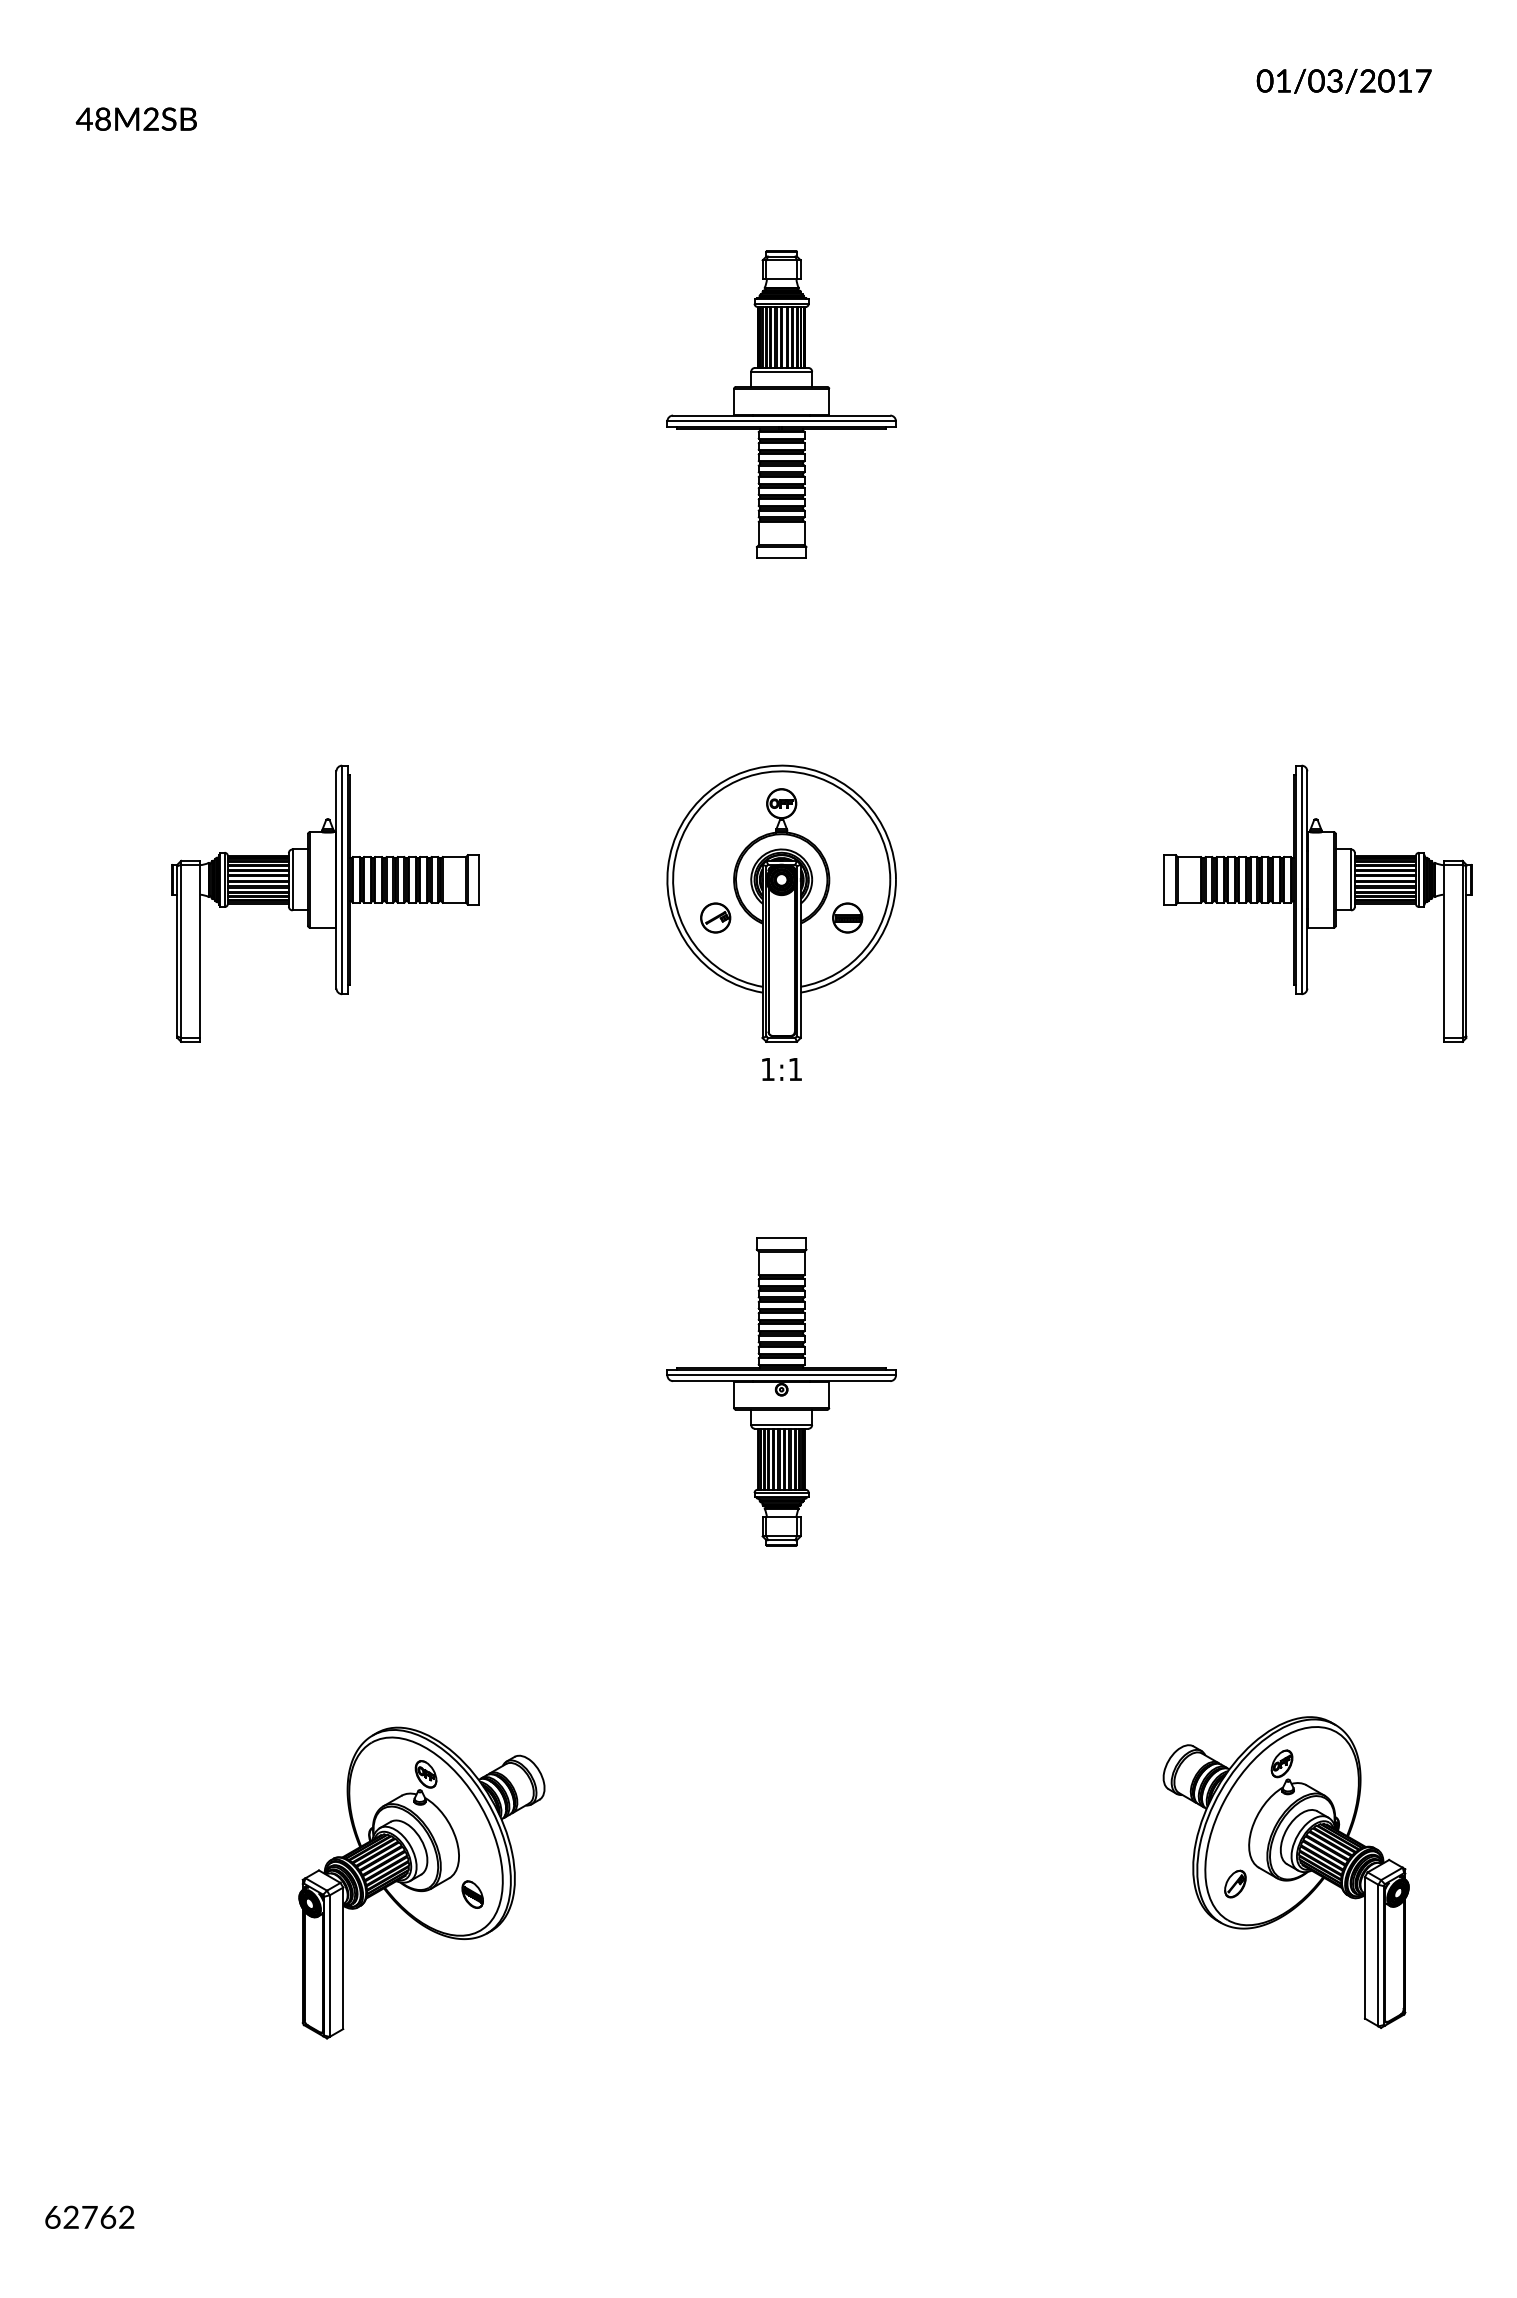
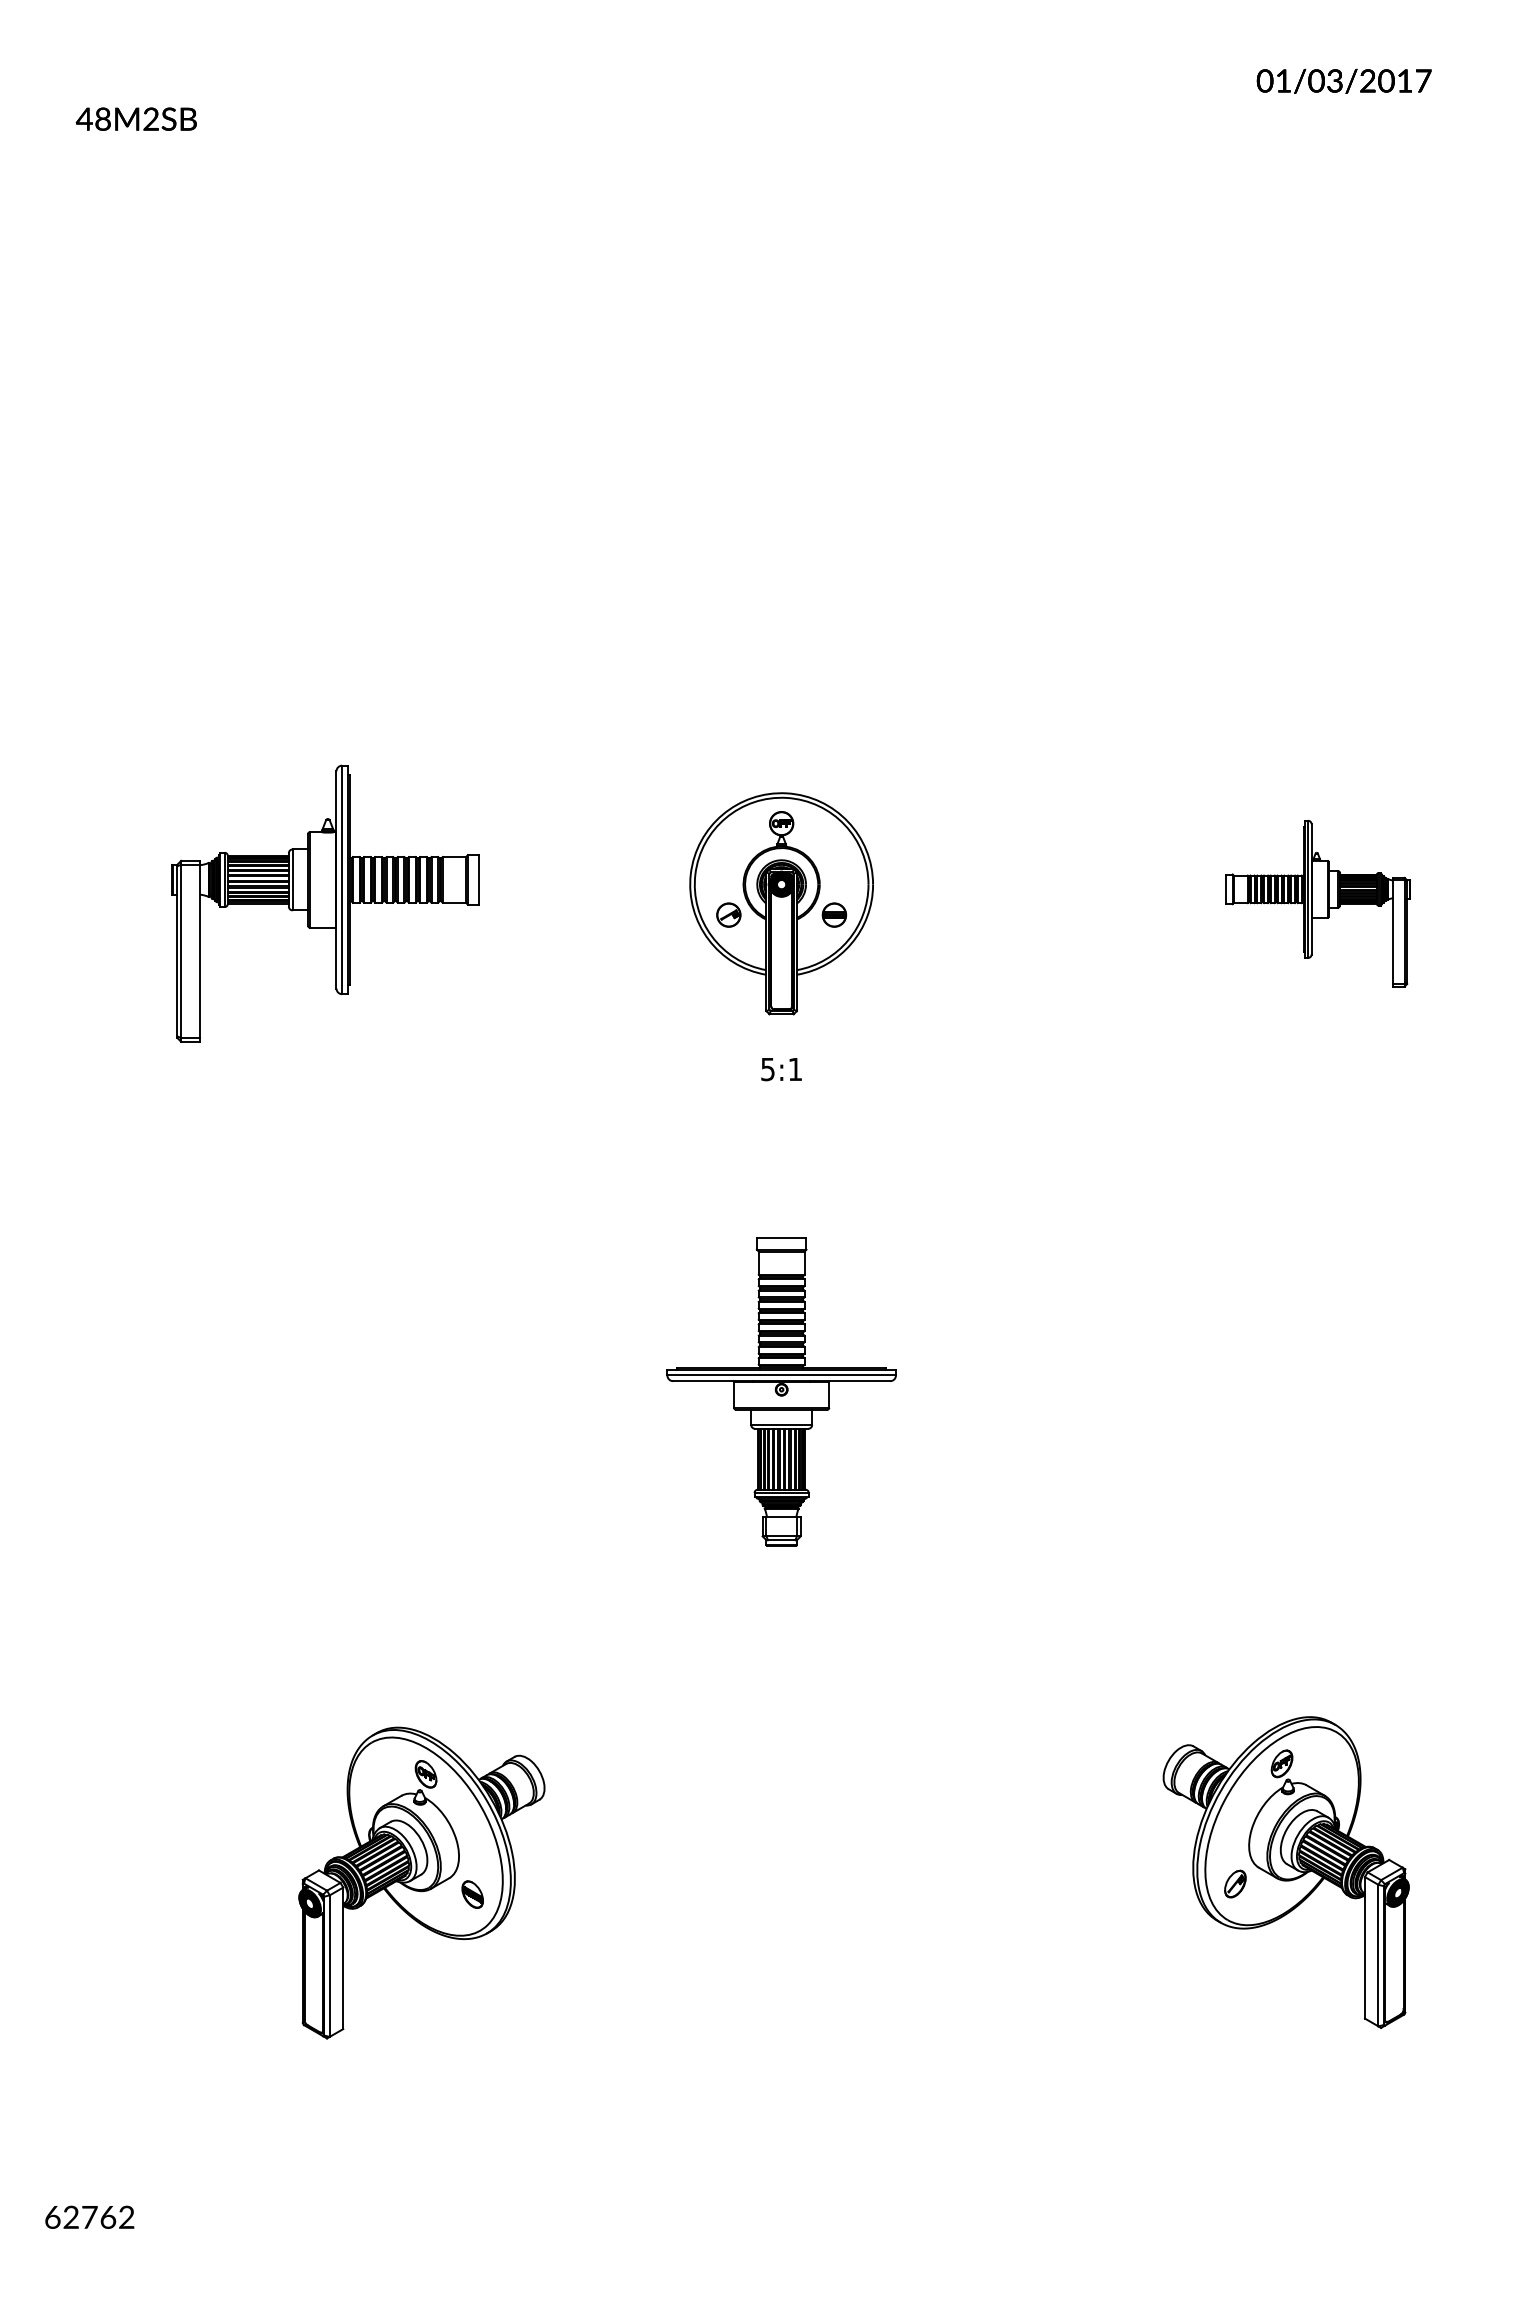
part at (781, 404): present -> none
part at (781, 903) size: 231x279 px -> 185x224 px
part at (1317, 903) size: 310x279 px -> 186x168 px
text at (767, 1069): 1:1 -> 5:1
